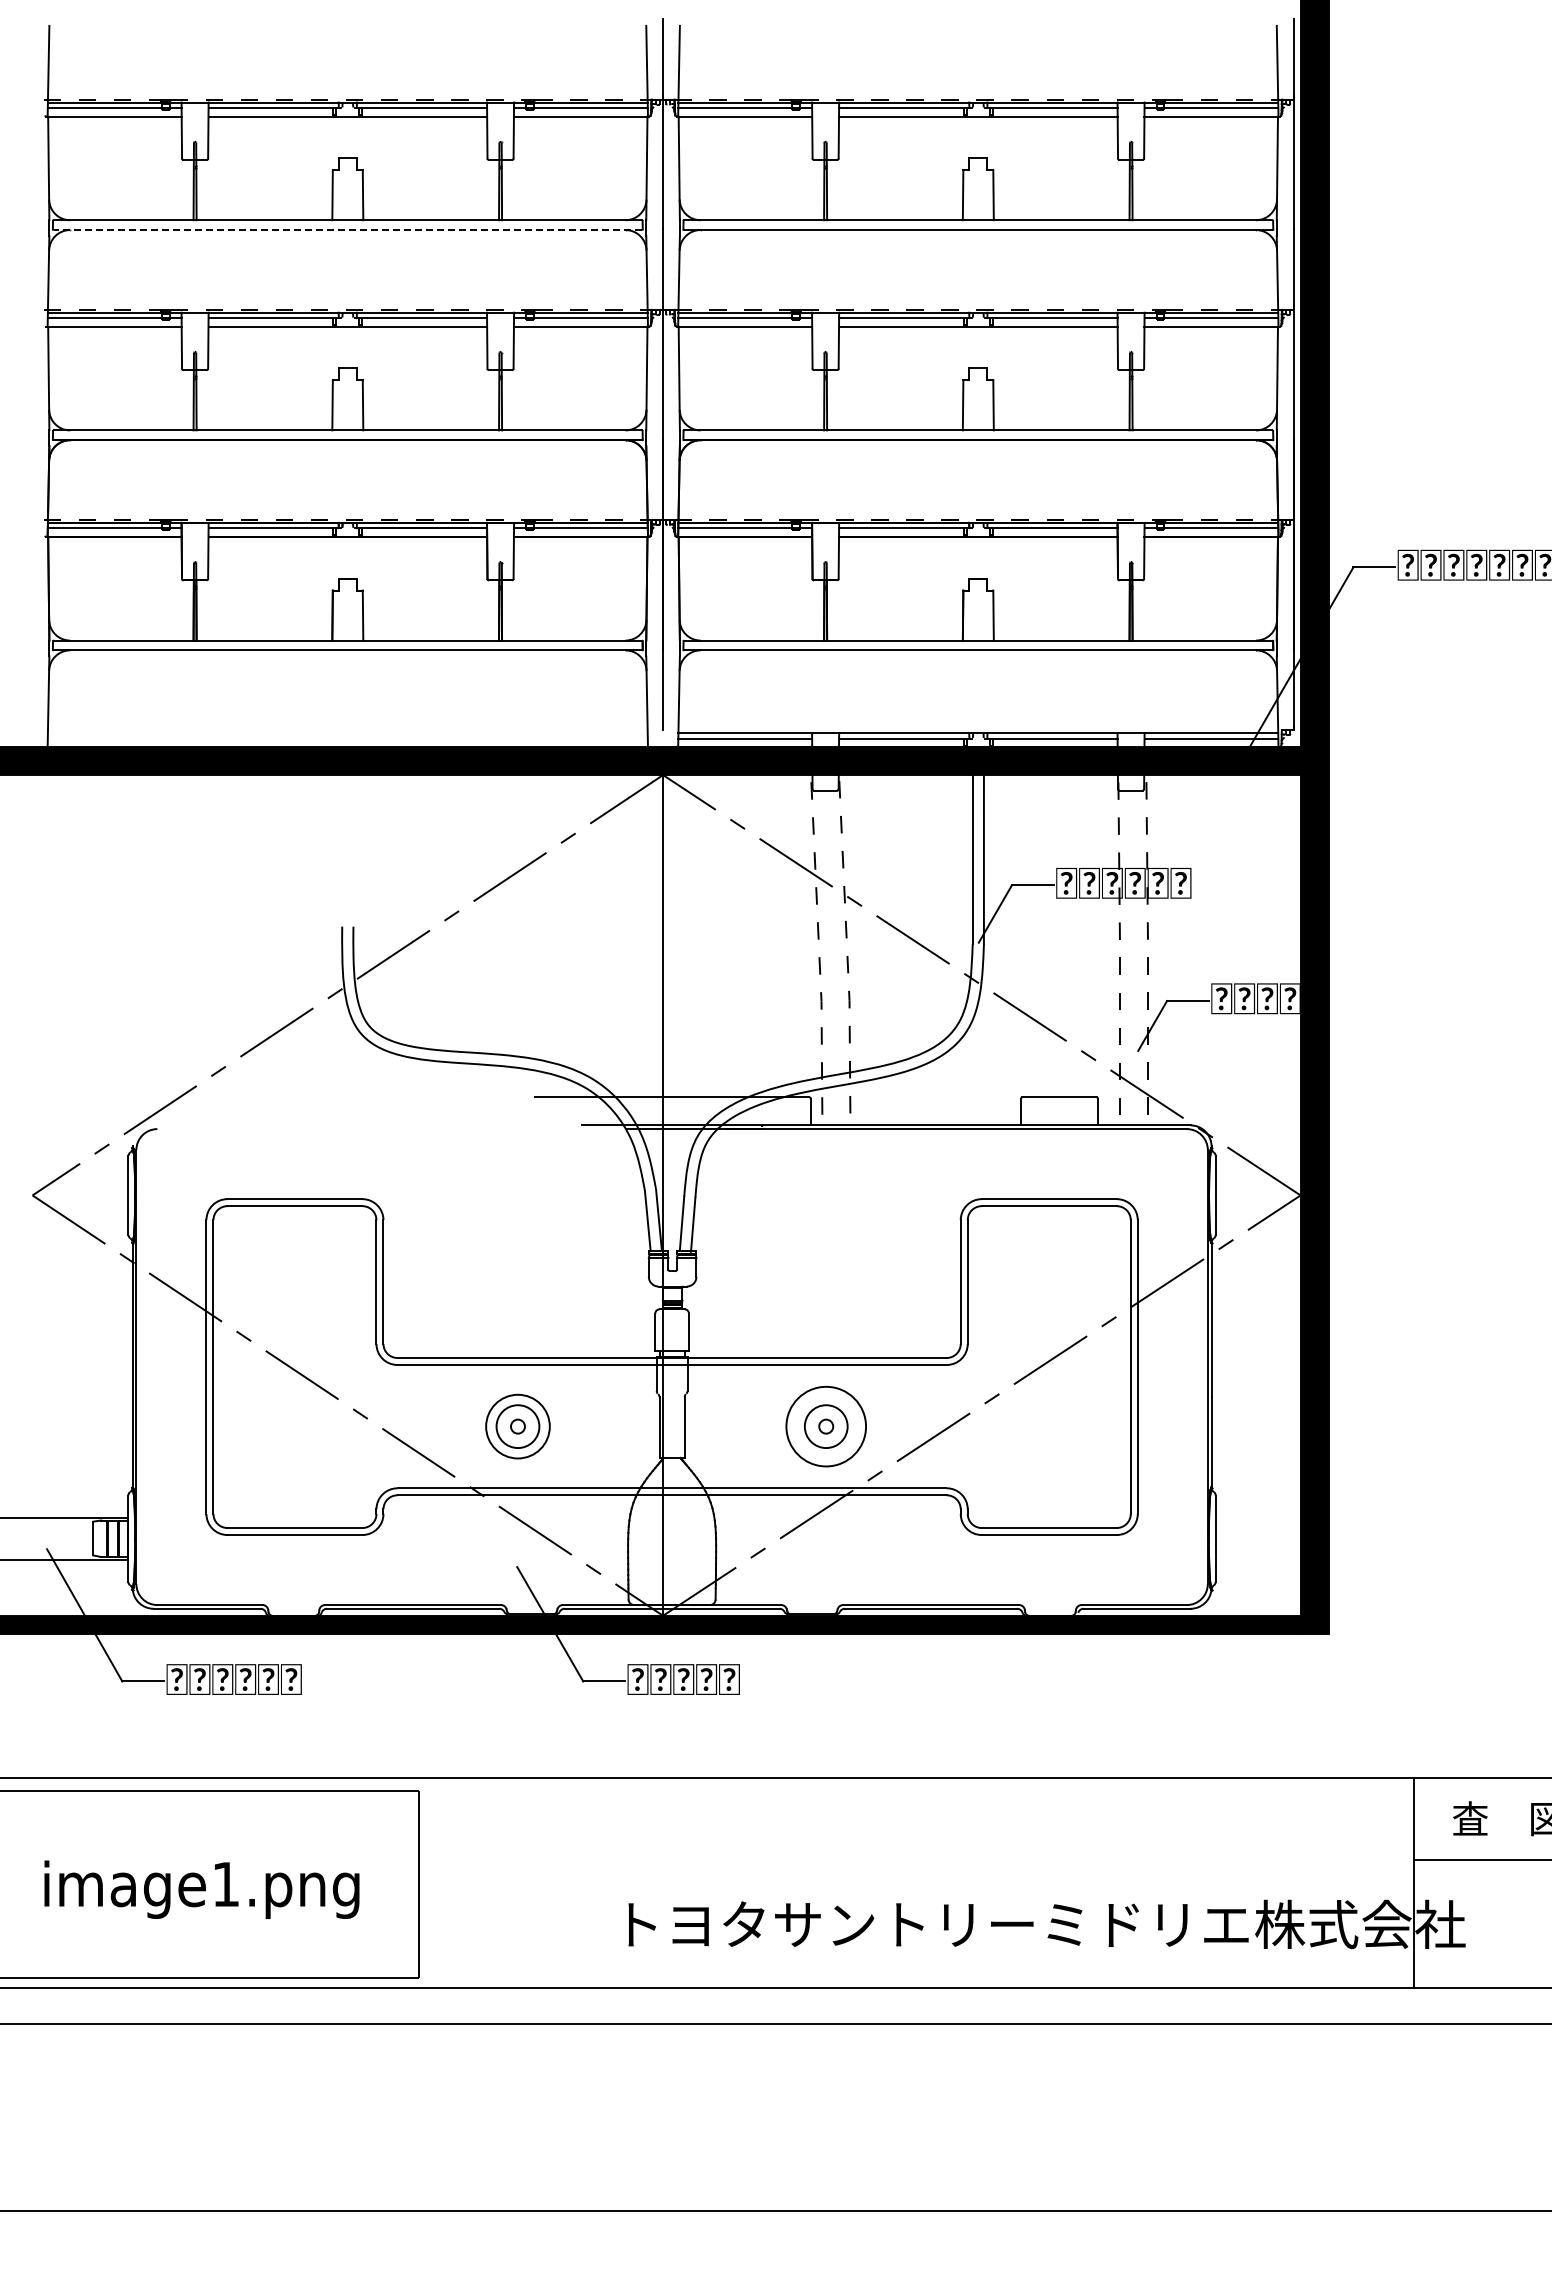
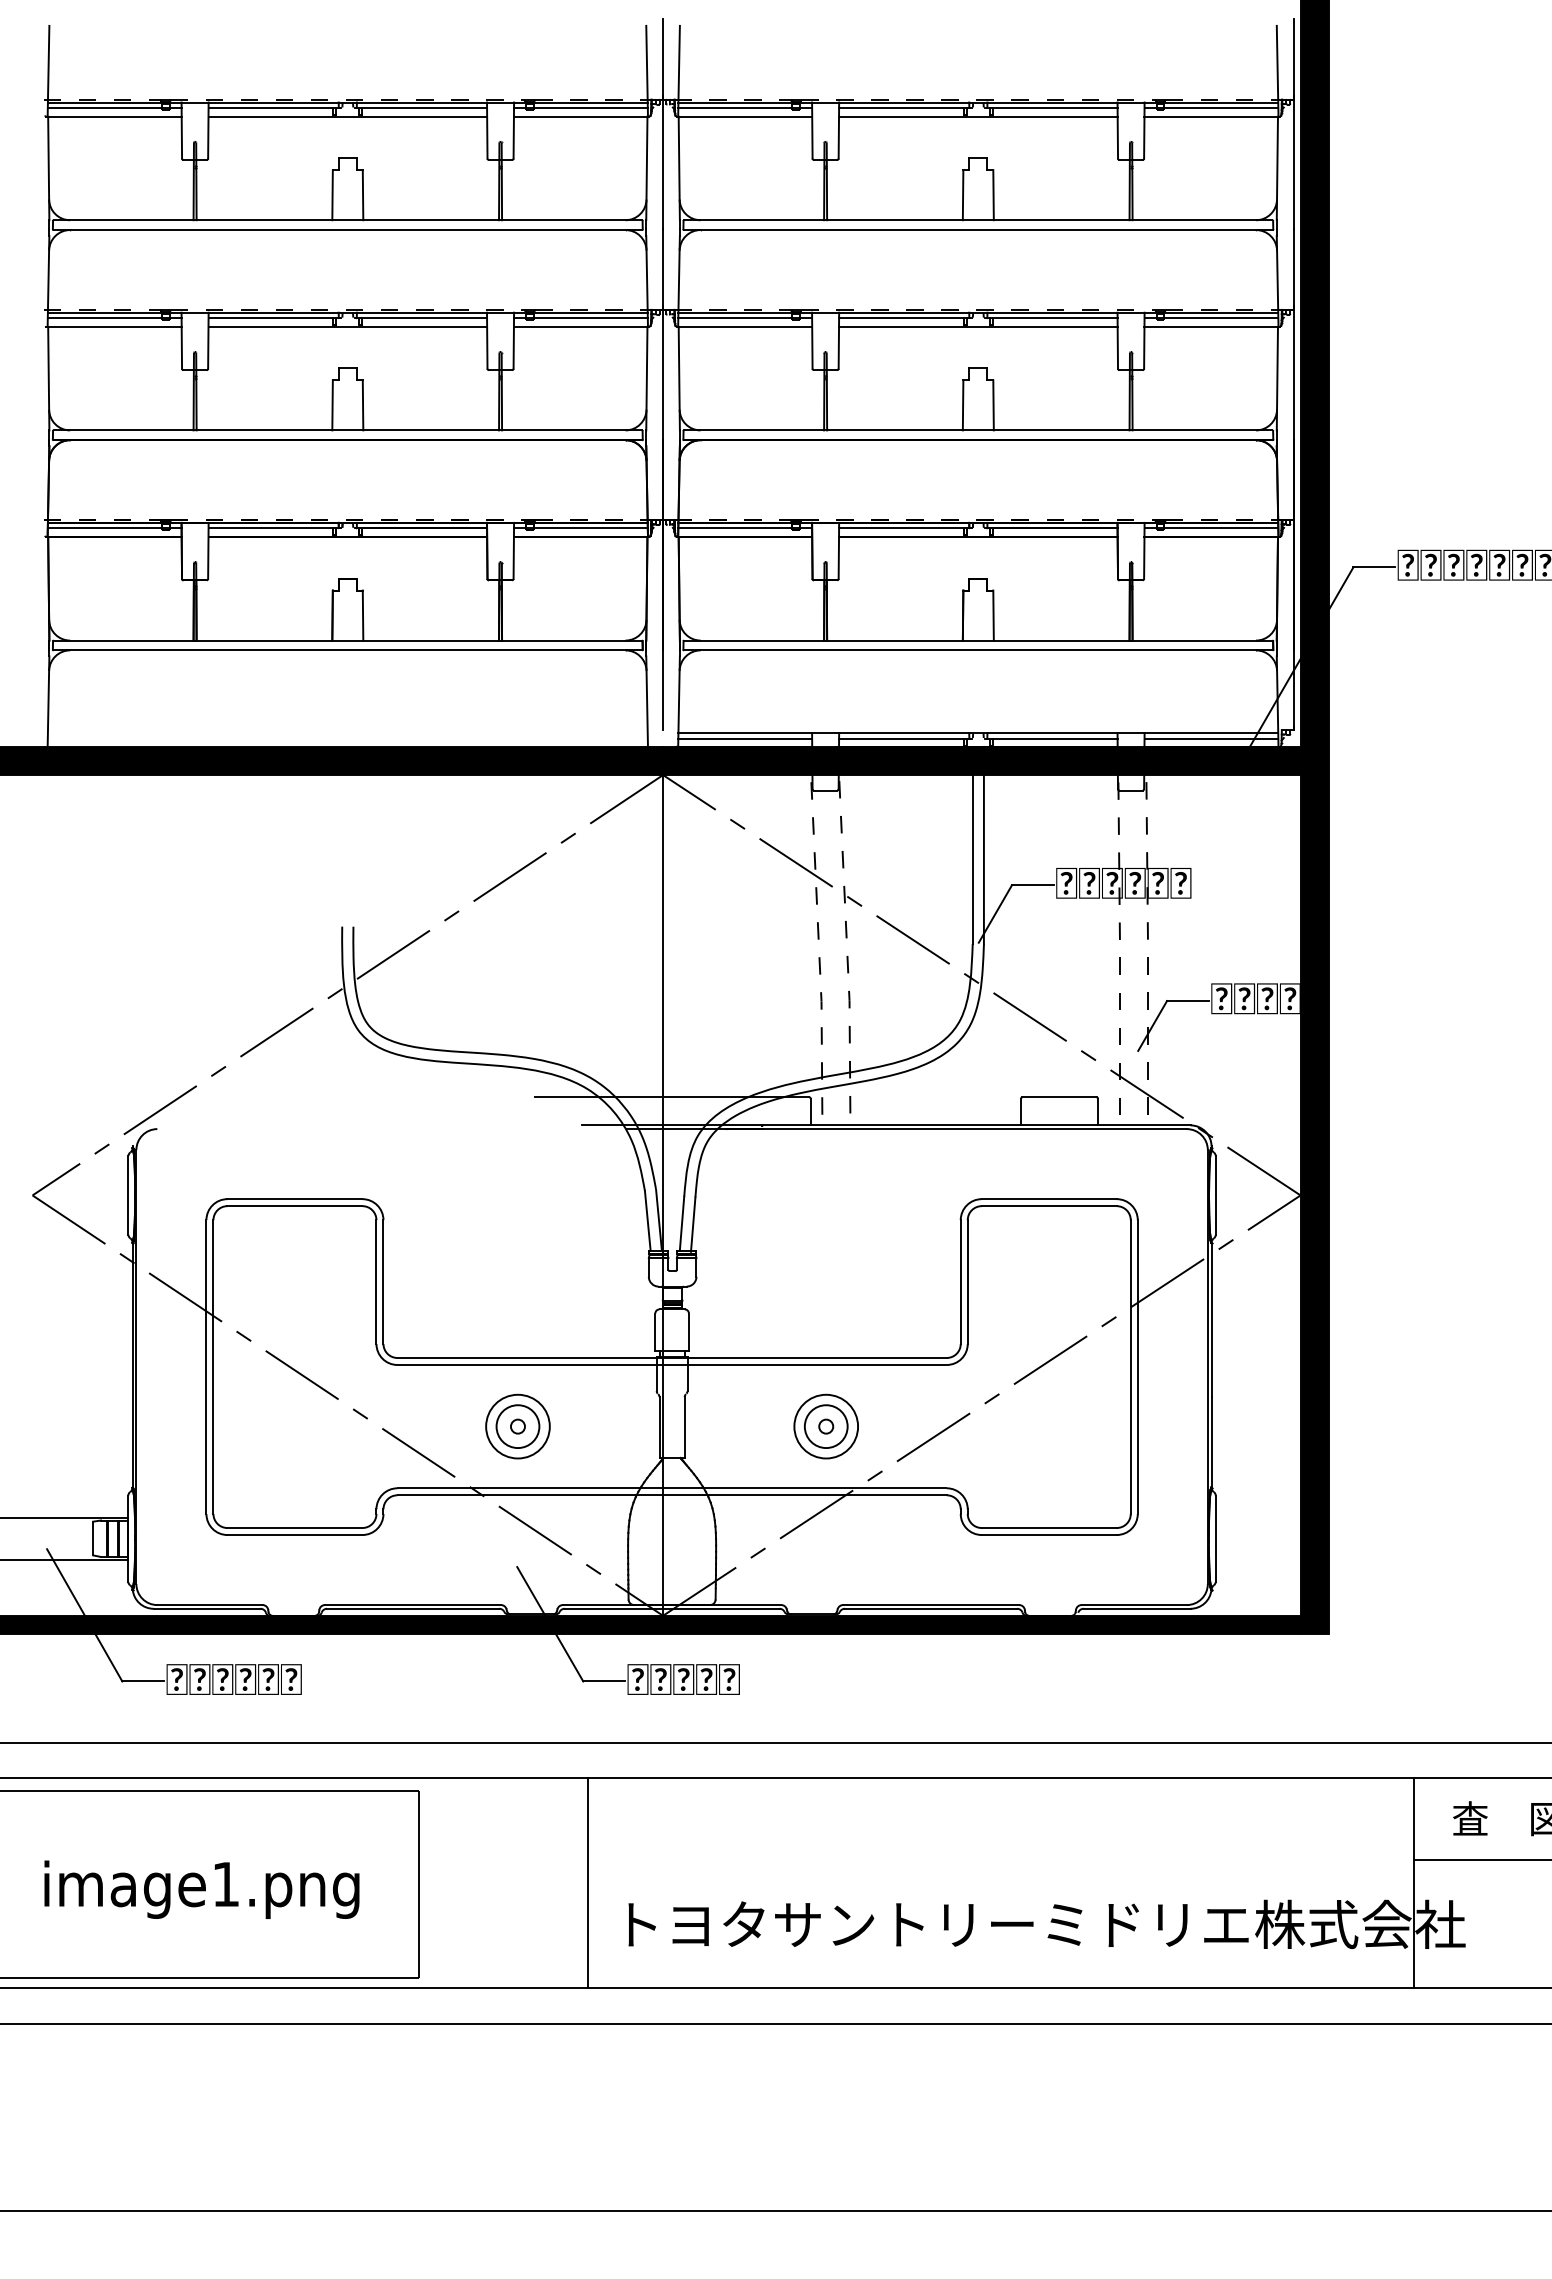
line at (347, 230): dashed -> solid
circle at (826, 1426) diameter: 80 px -> 64 px
line at (775, 1743): none -> present
line at (587, 1883): none -> present
